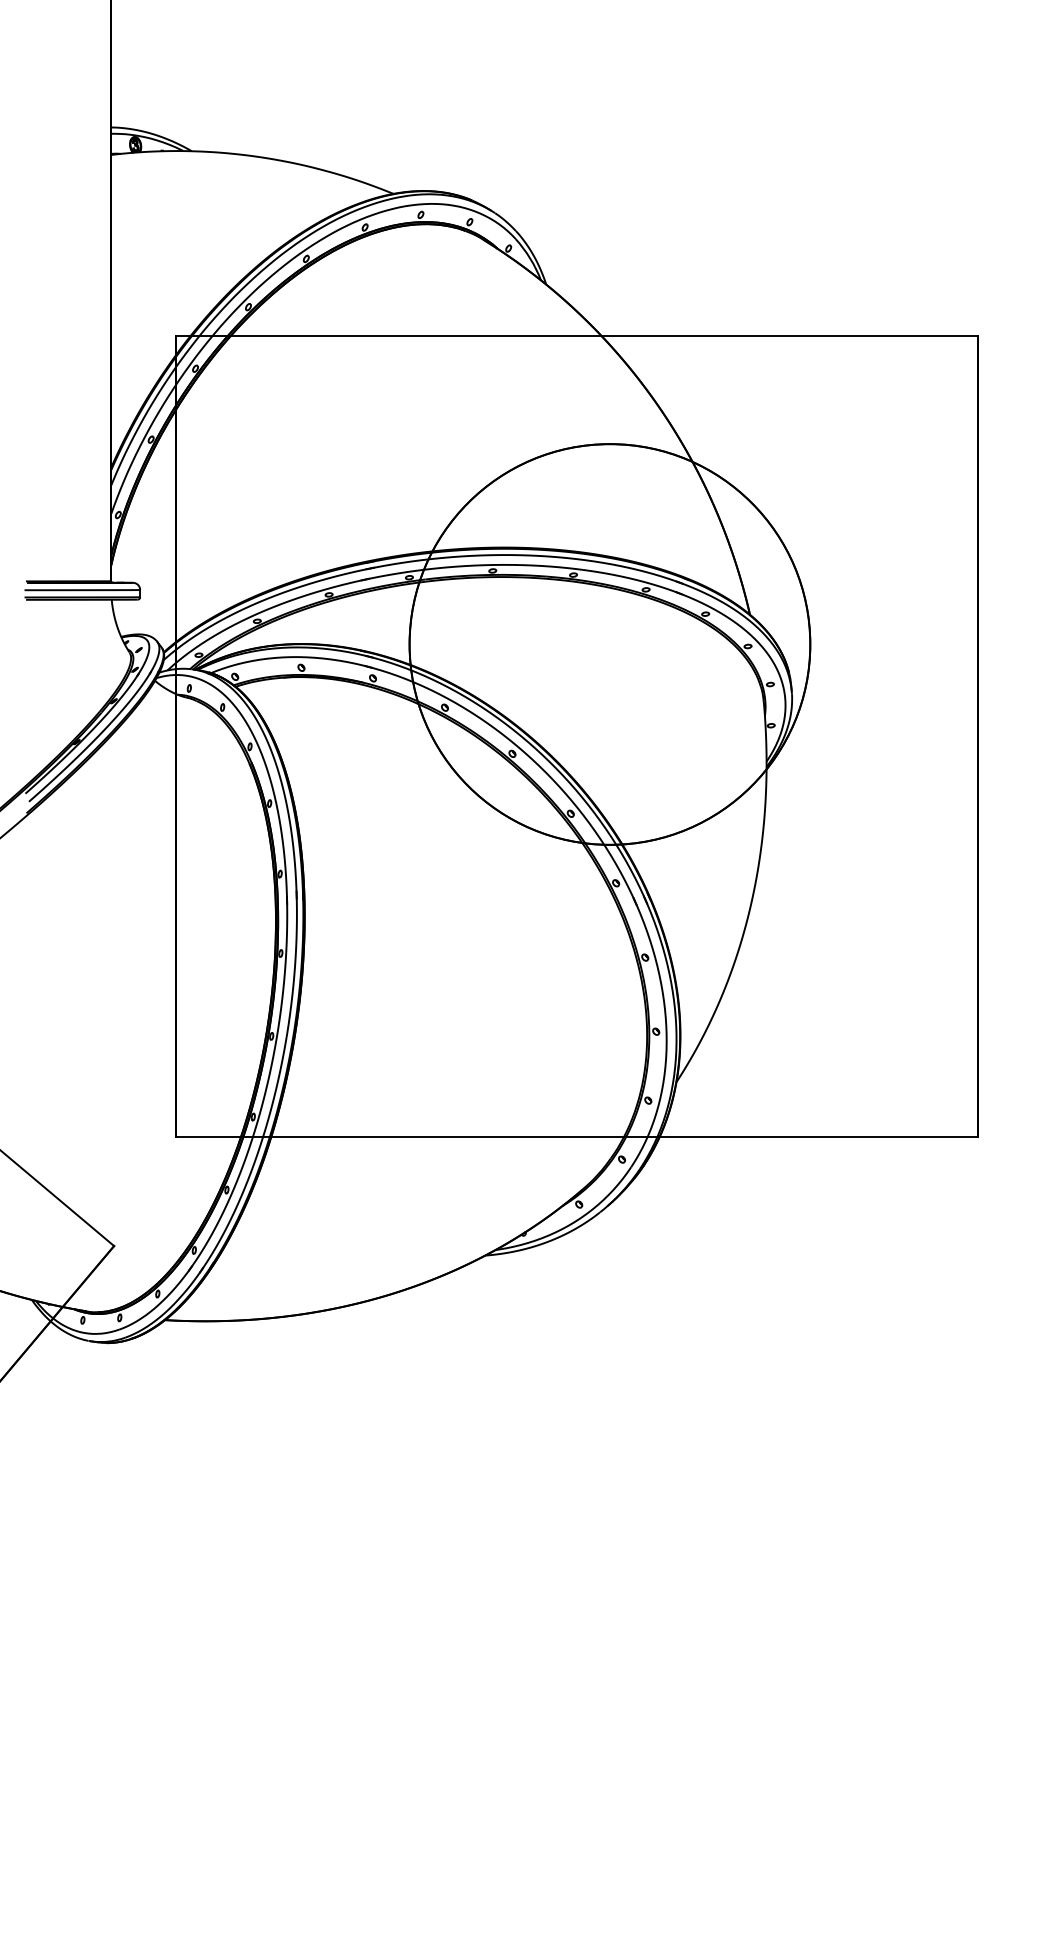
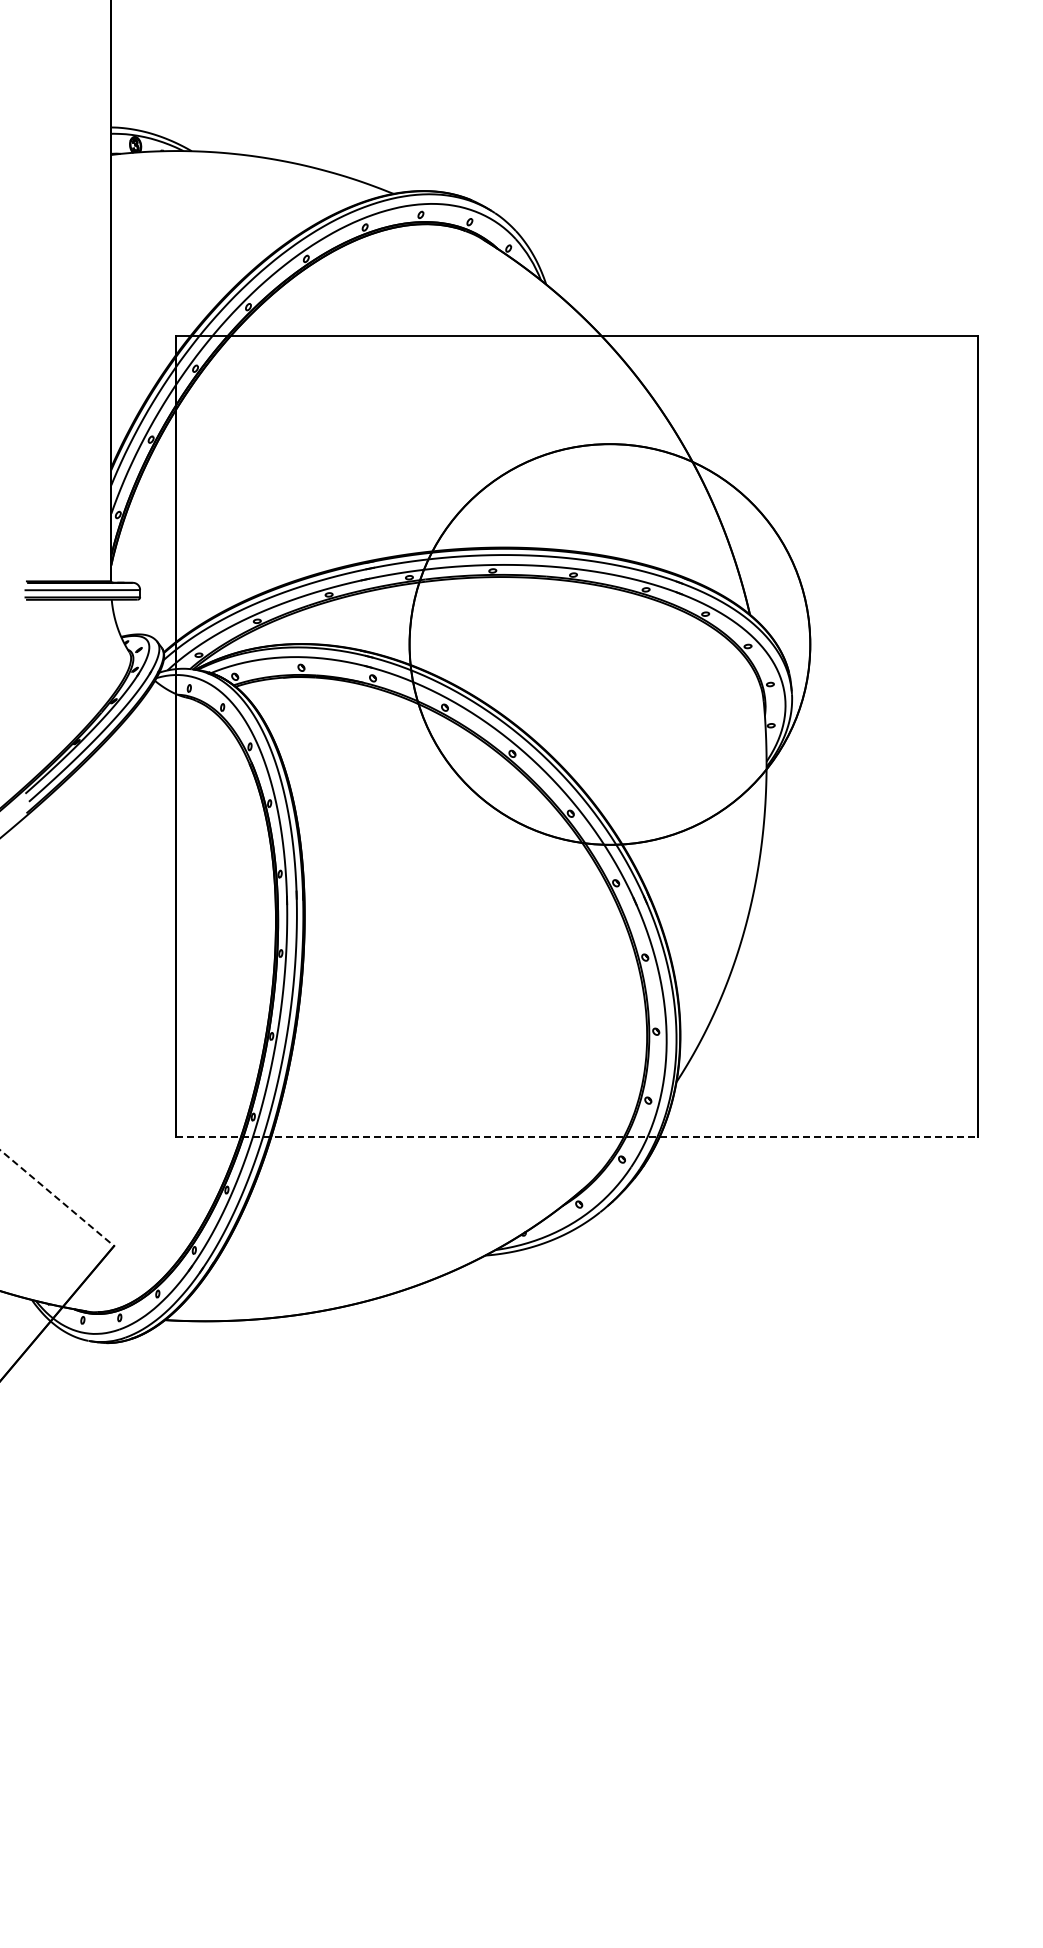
line at (576, 1137): solid -> dashed
line at (57, 1198): solid -> dashed
